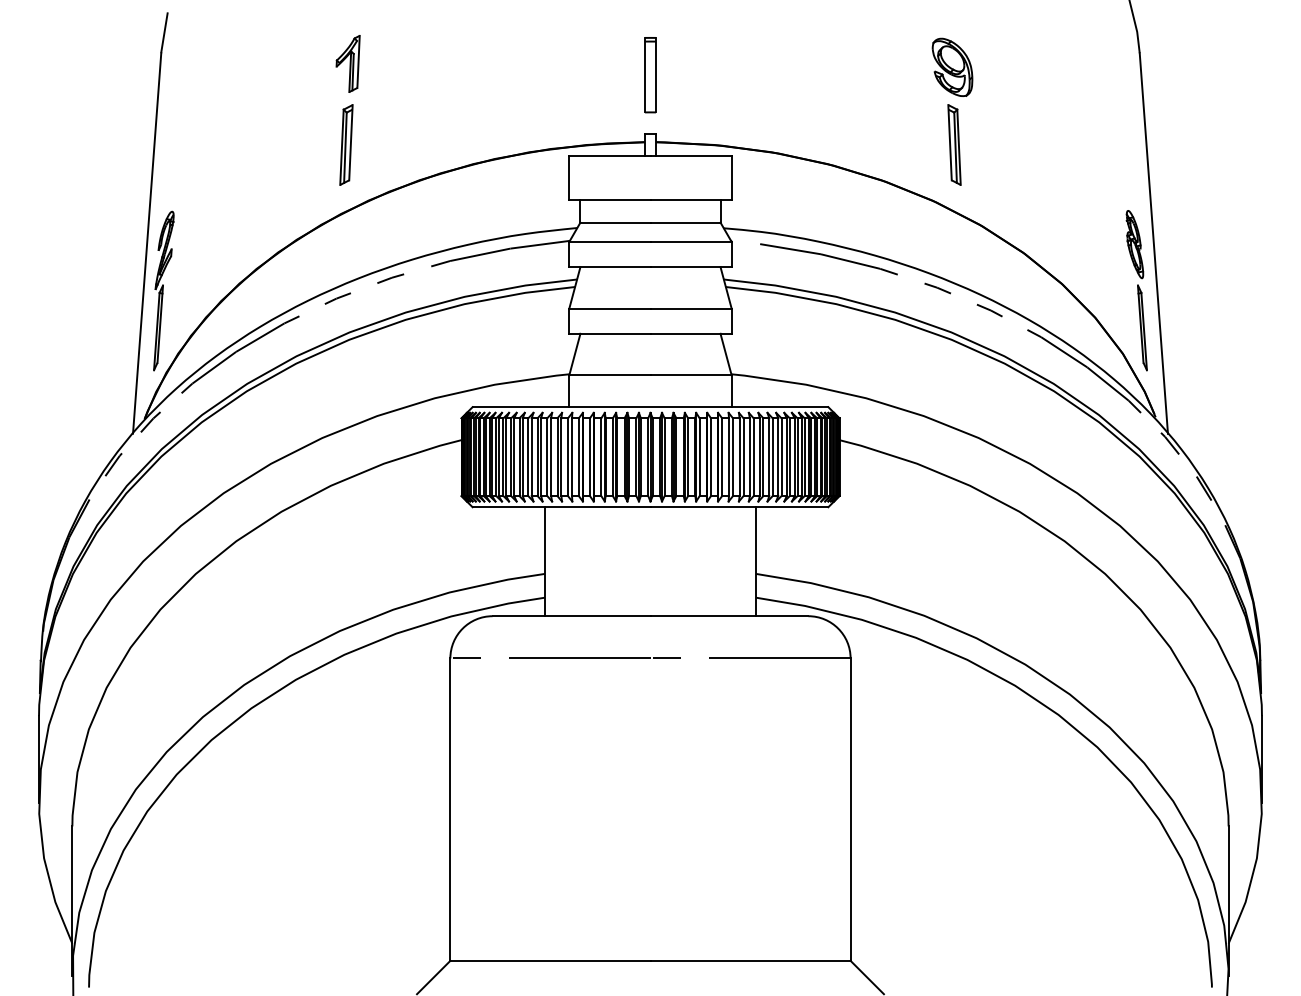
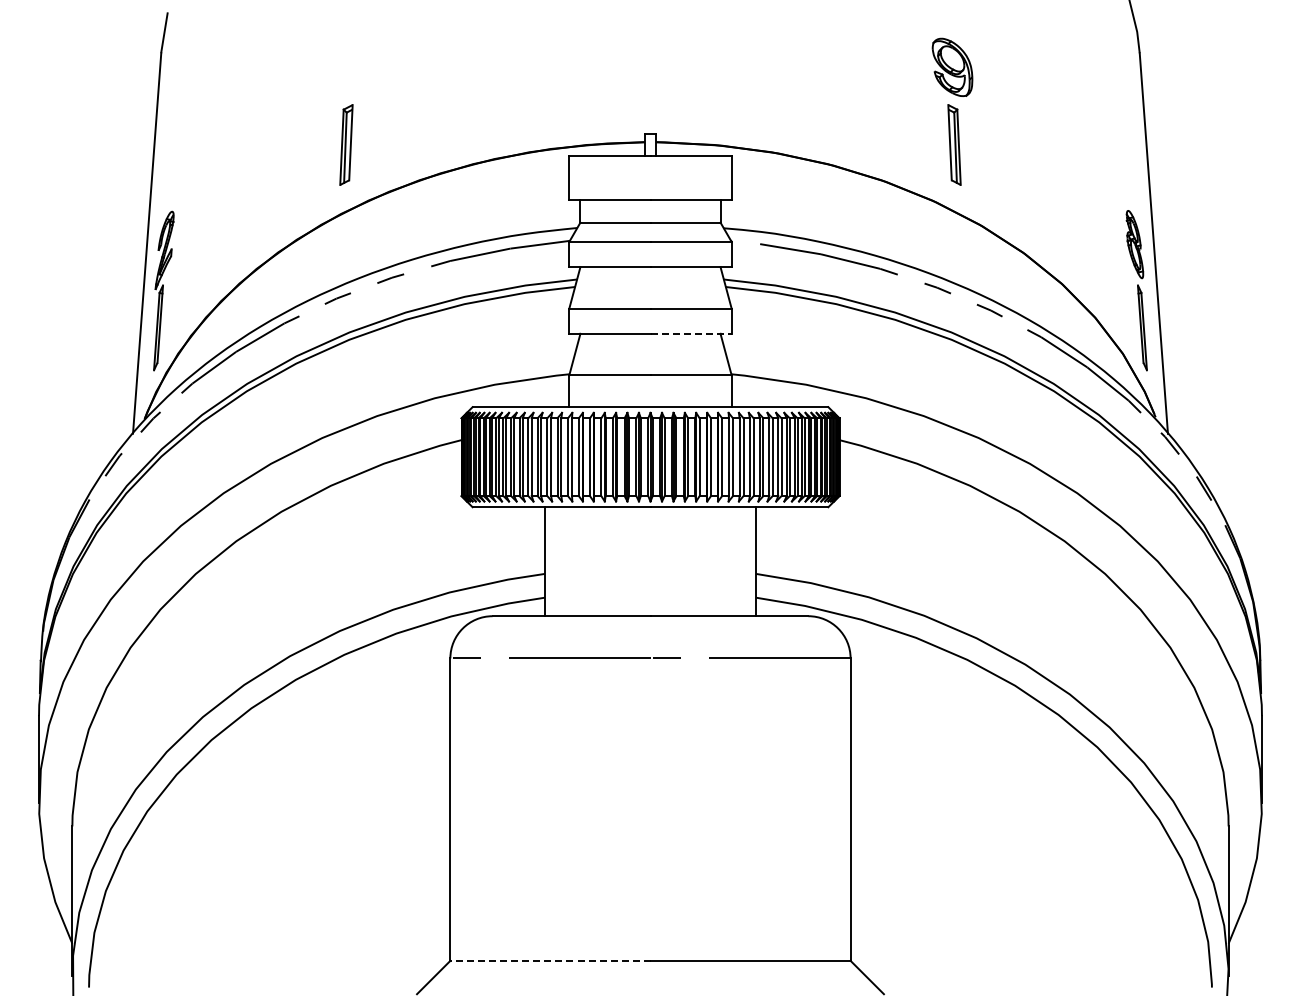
part at (347, 63): present -> none
part at (650, 75): present -> none
line at (691, 333): solid -> dashed
line at (549, 960): solid -> dashed
